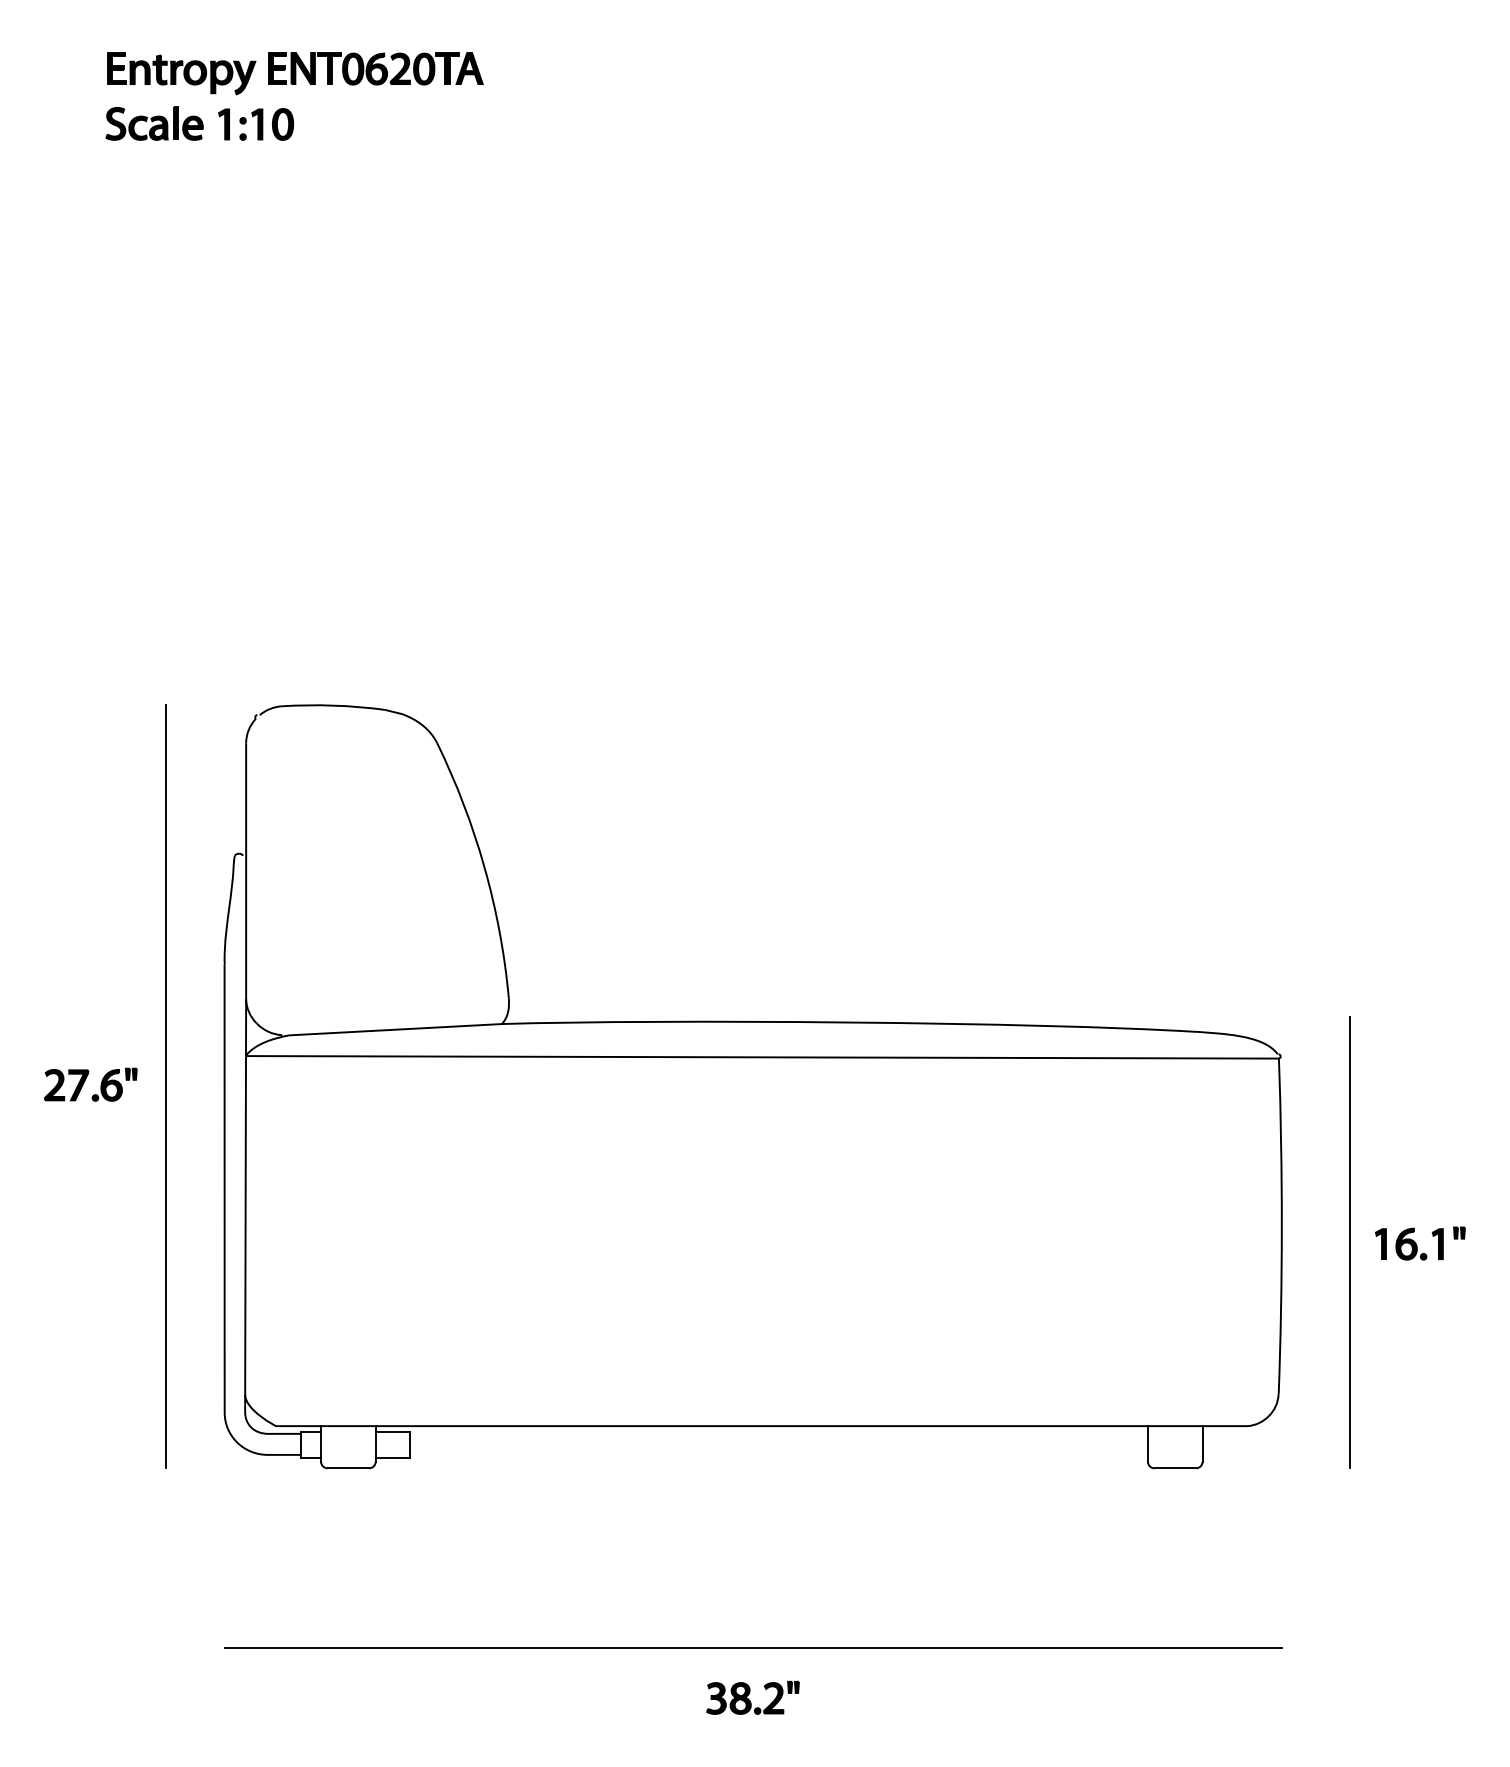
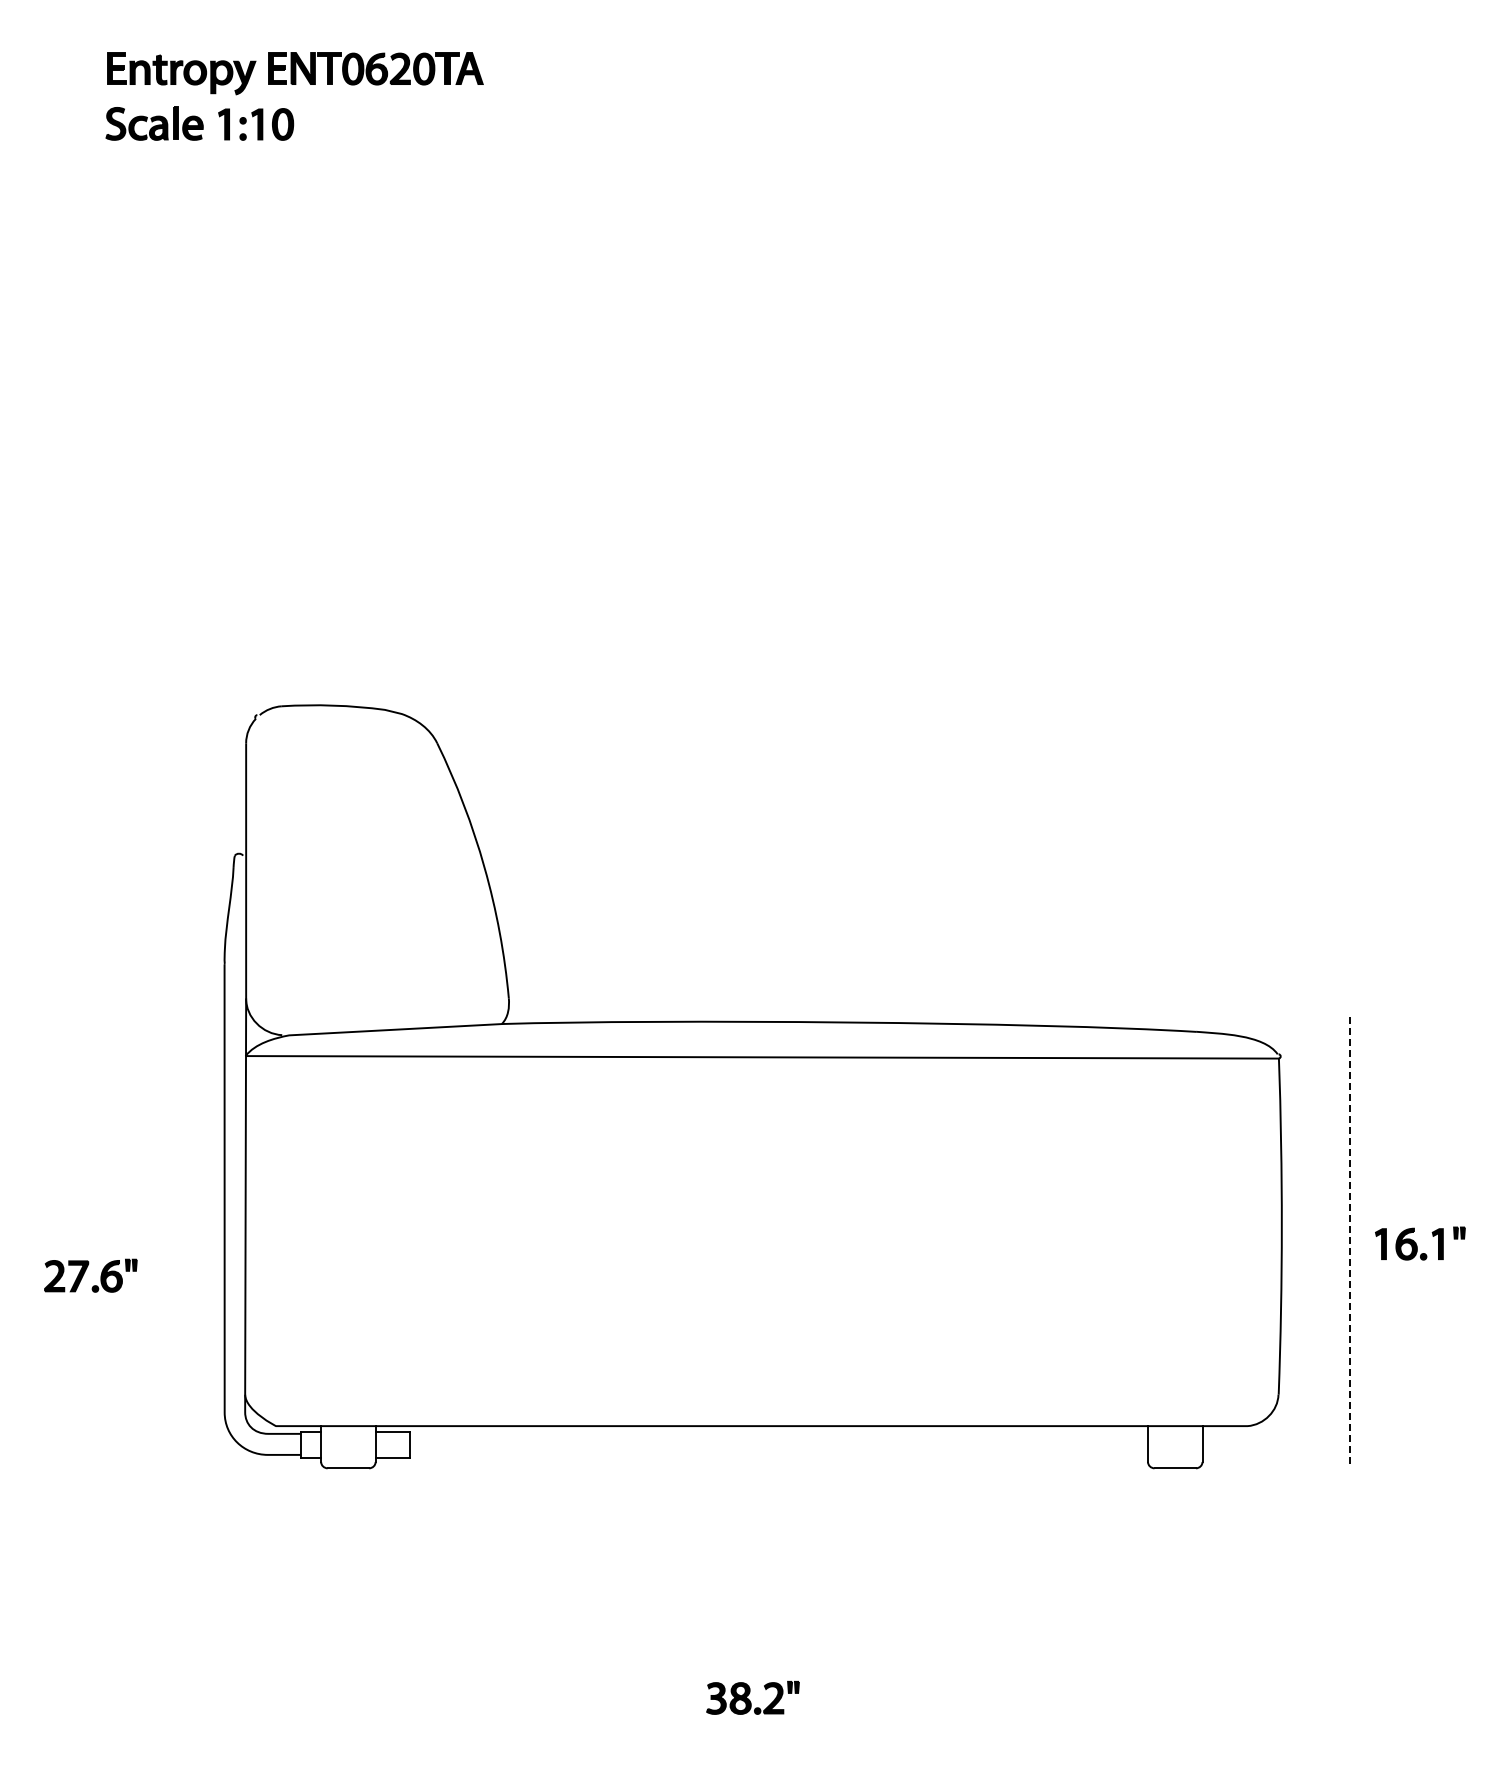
part at (90, 1084) position: (90, 1084) -> (90, 1275)
line at (166, 1086): present -> none
line at (1349, 1242): solid -> dashed
line at (752, 1647): present -> none
